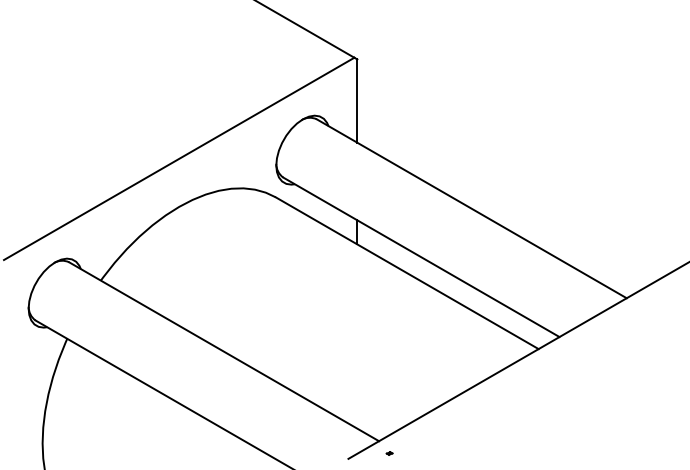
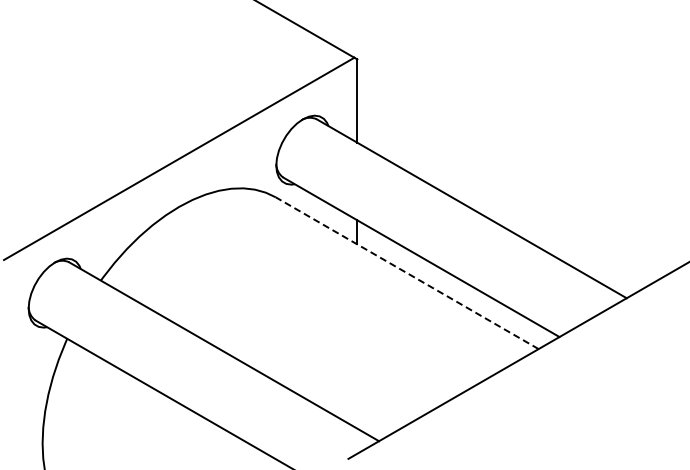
line at (407, 273): solid -> dashed
part at (389, 453): present -> none
